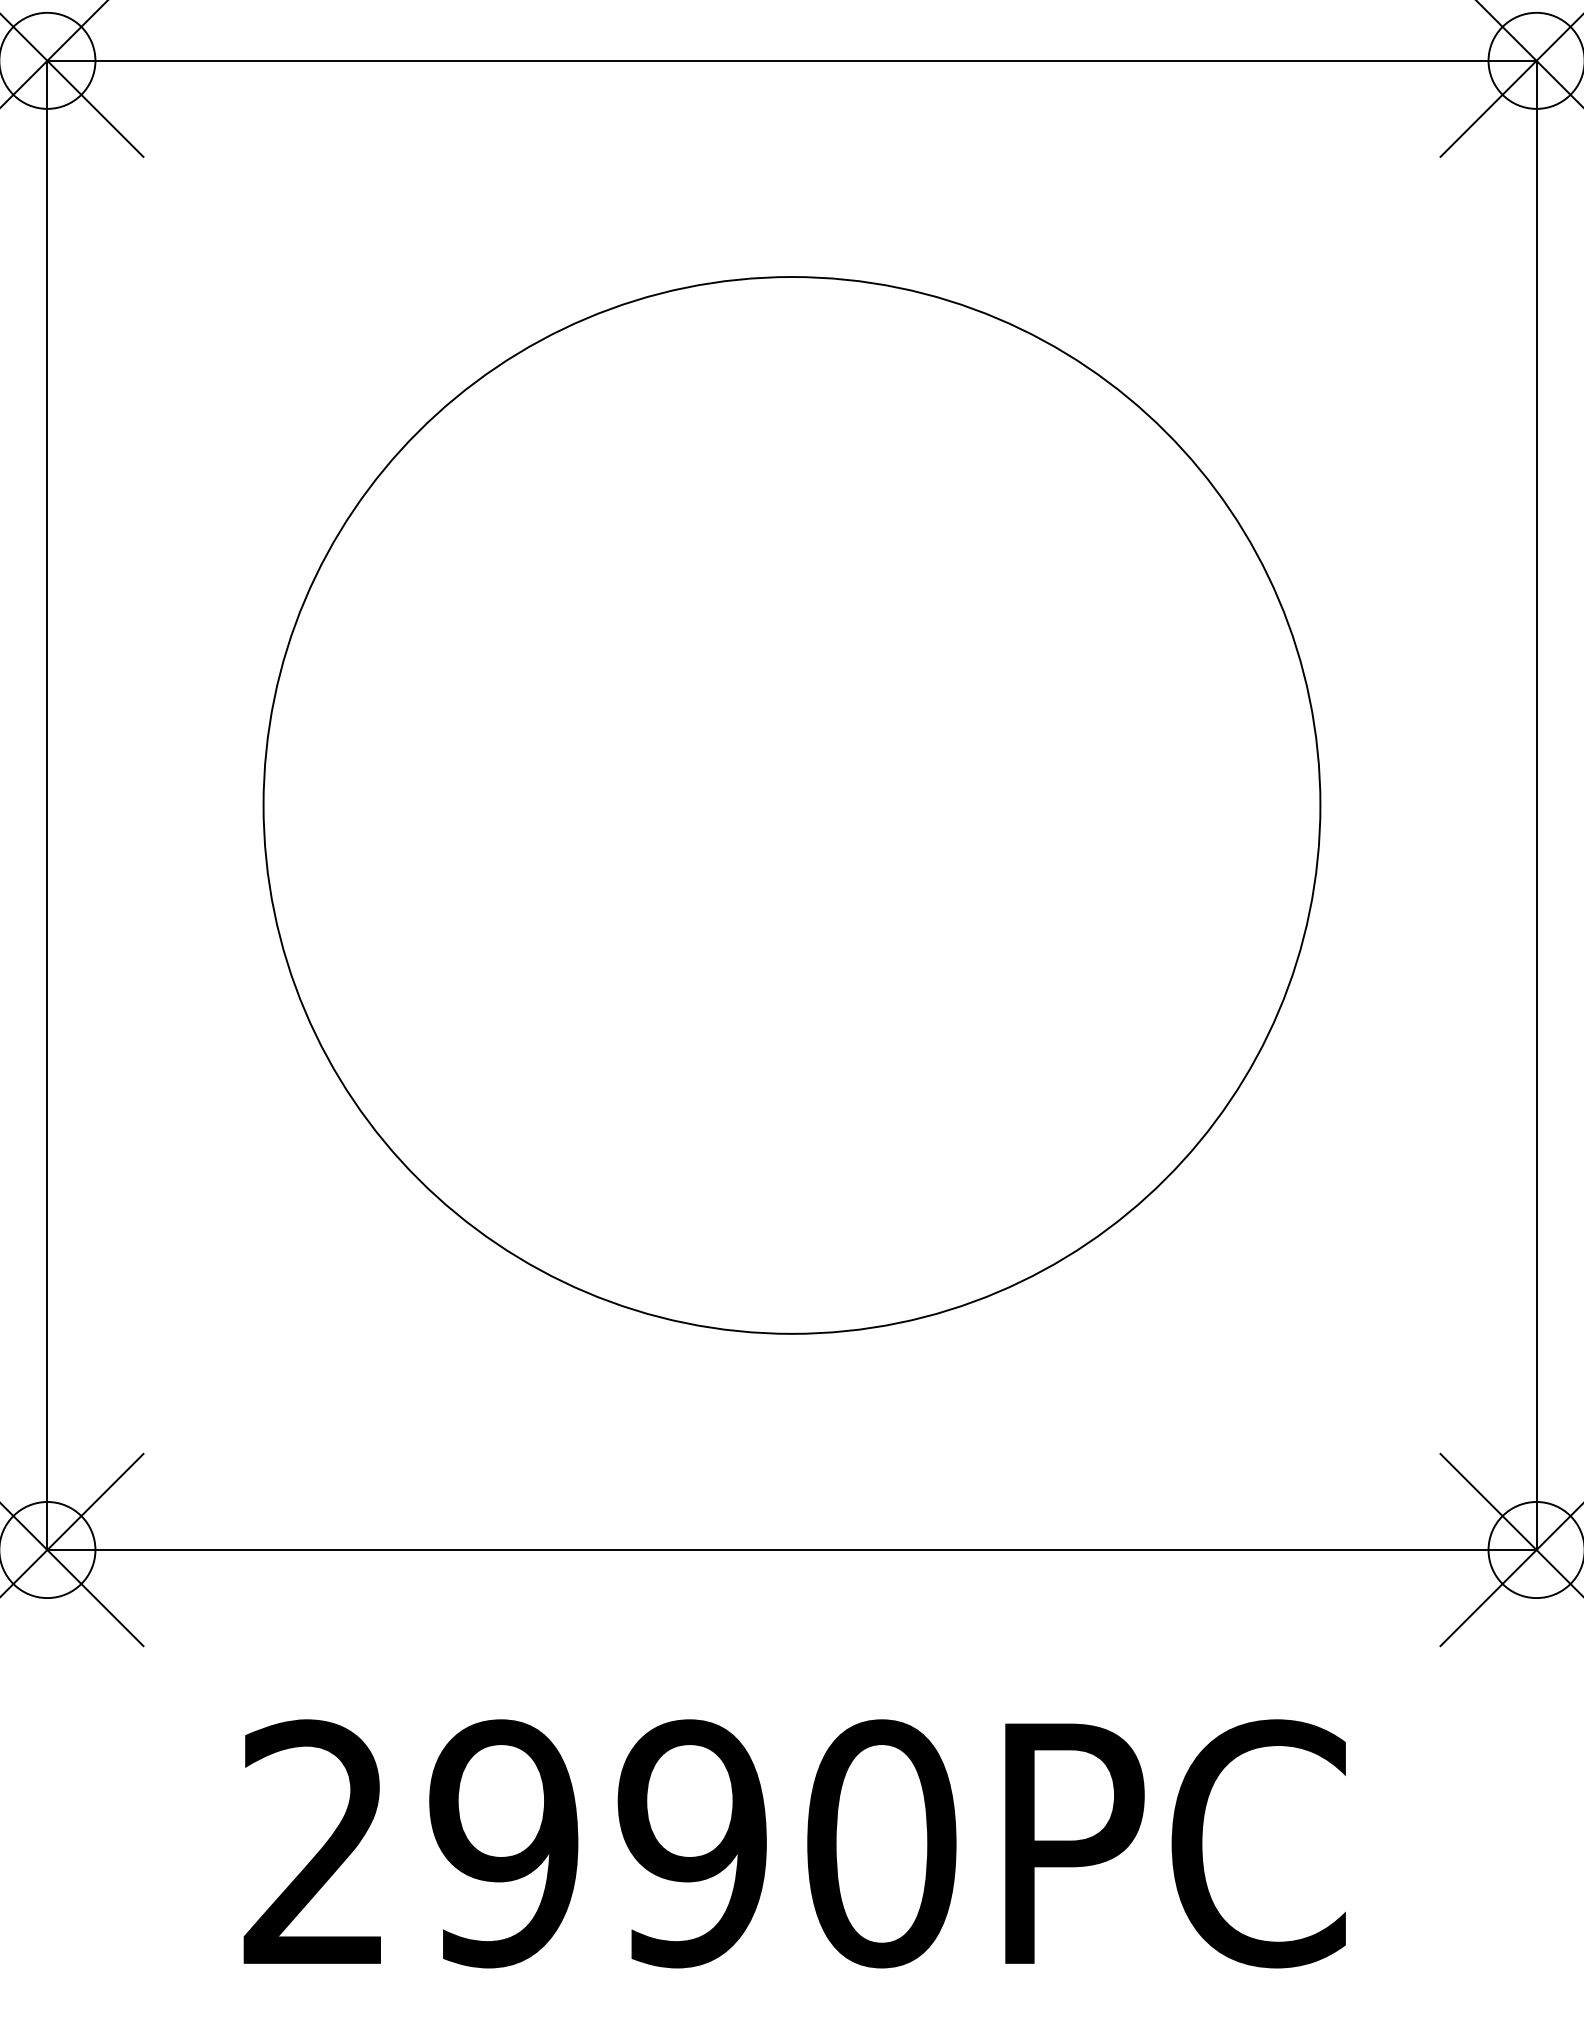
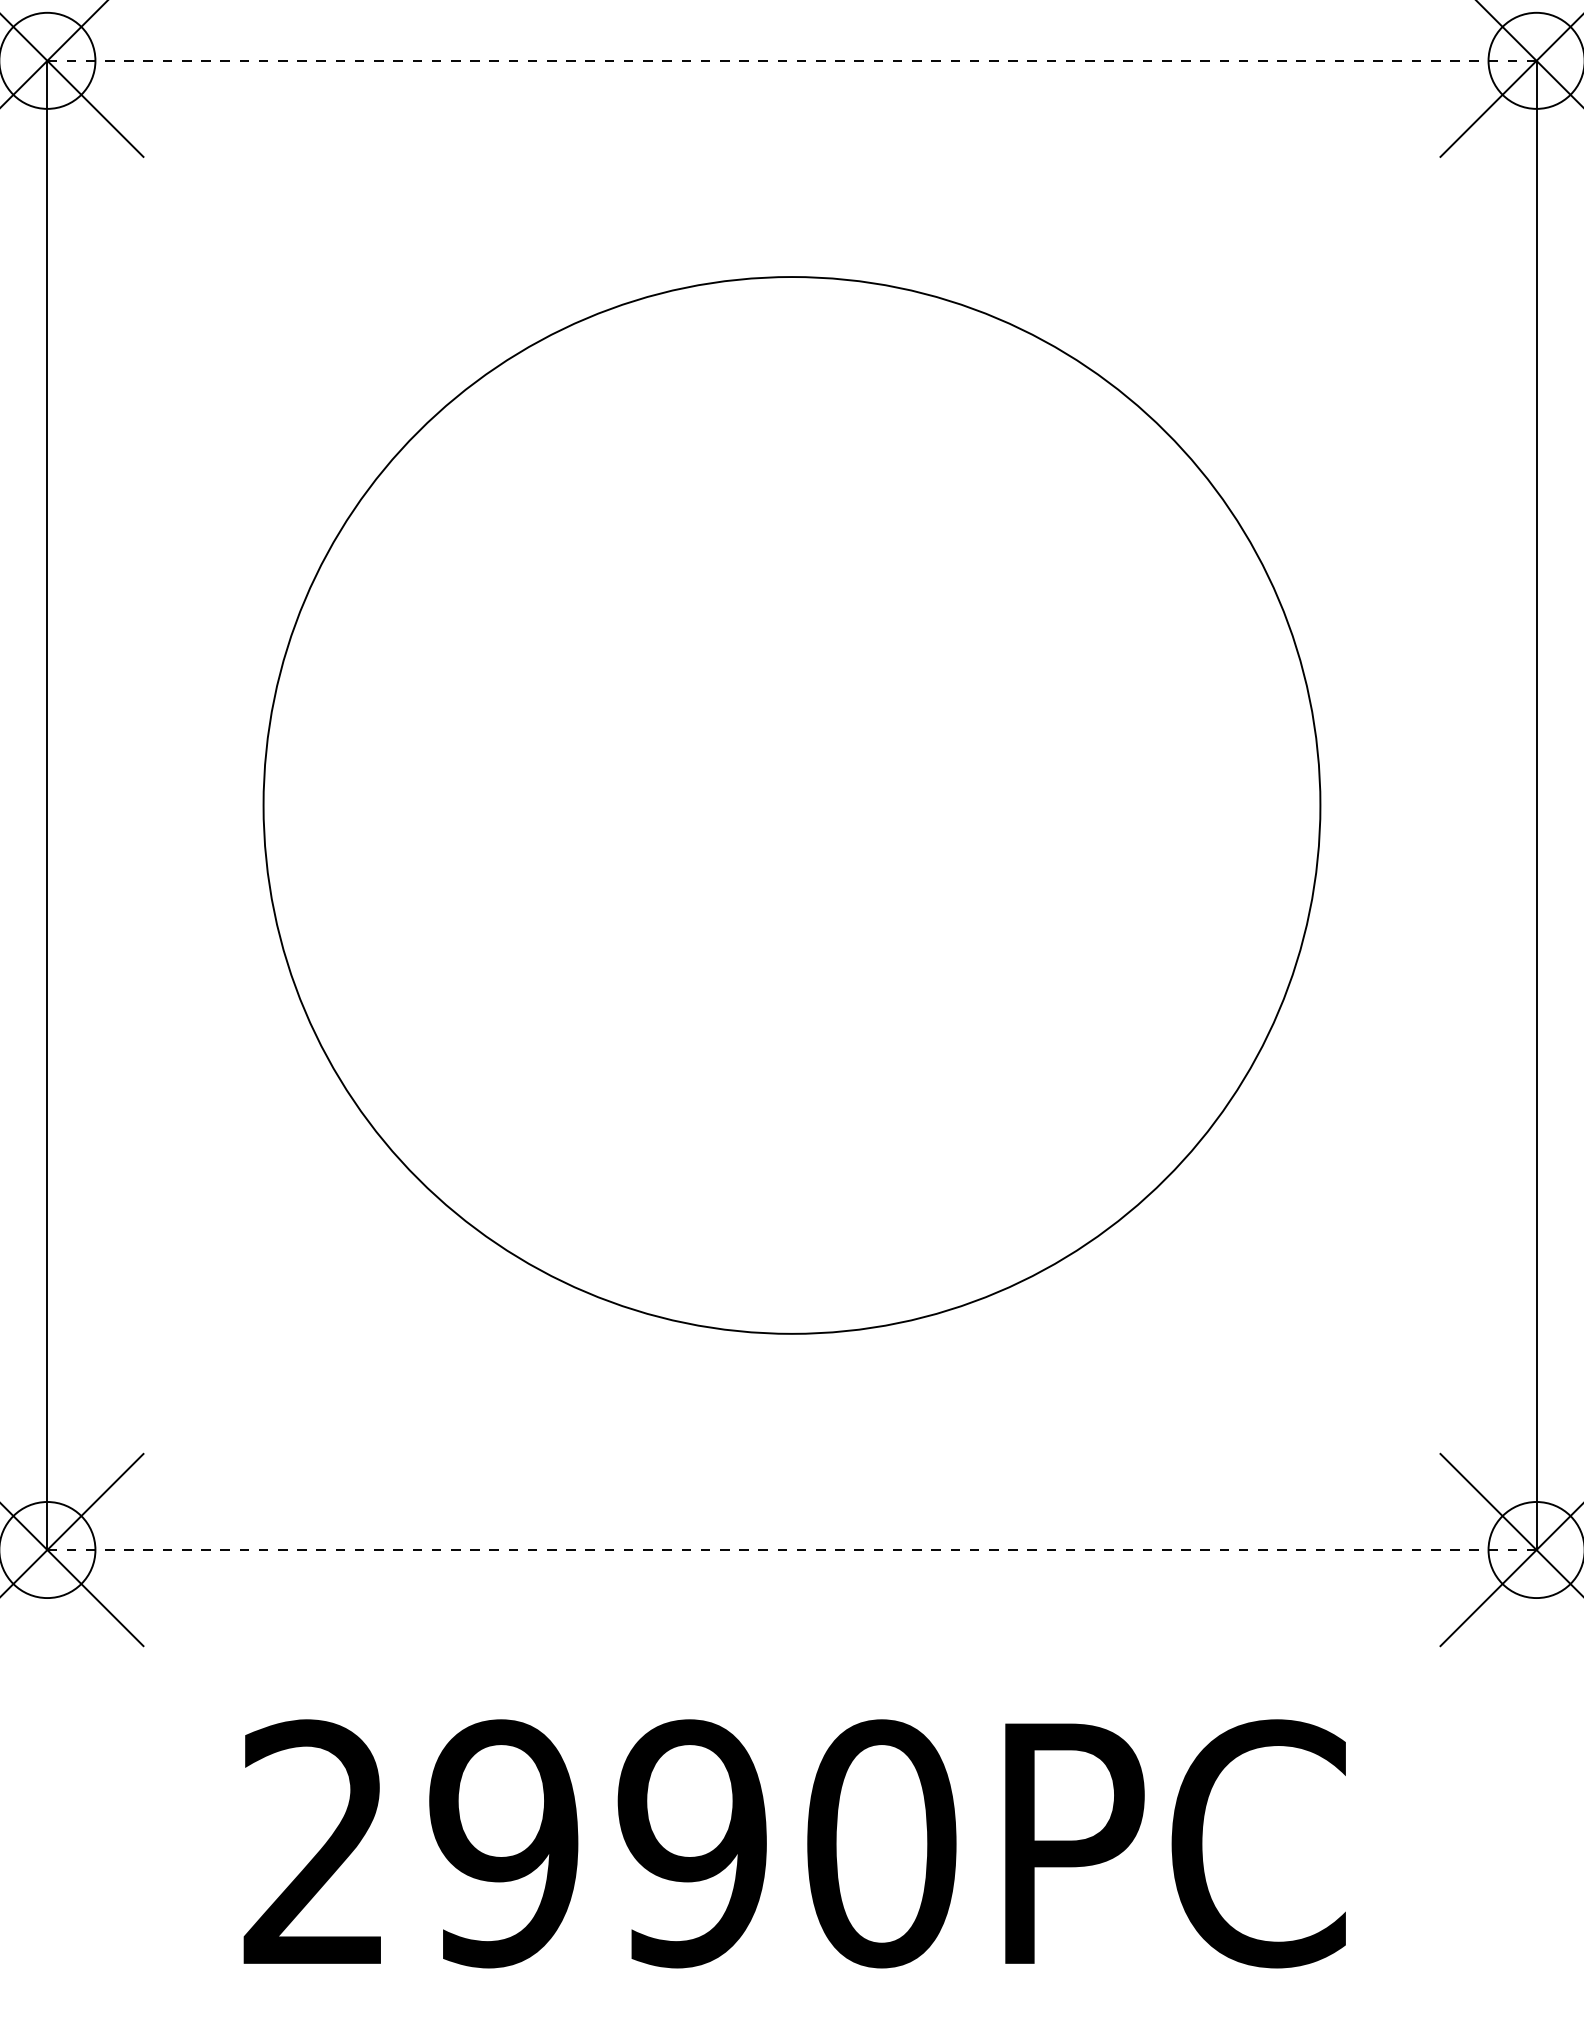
line at (792, 60): solid -> dashed
line at (792, 1550): solid -> dashed
